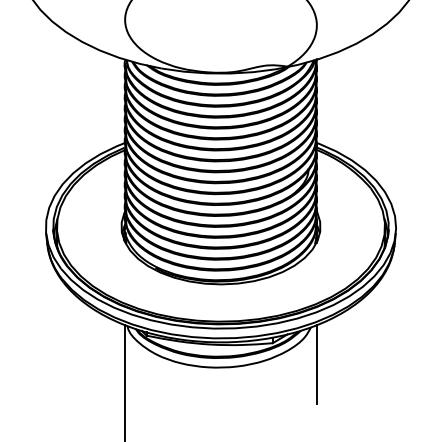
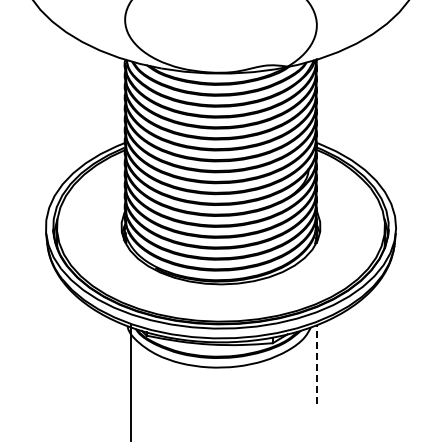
line at (316, 363): solid -> dashed
line at (125, 381) position: (125, 381) -> (131, 381)
